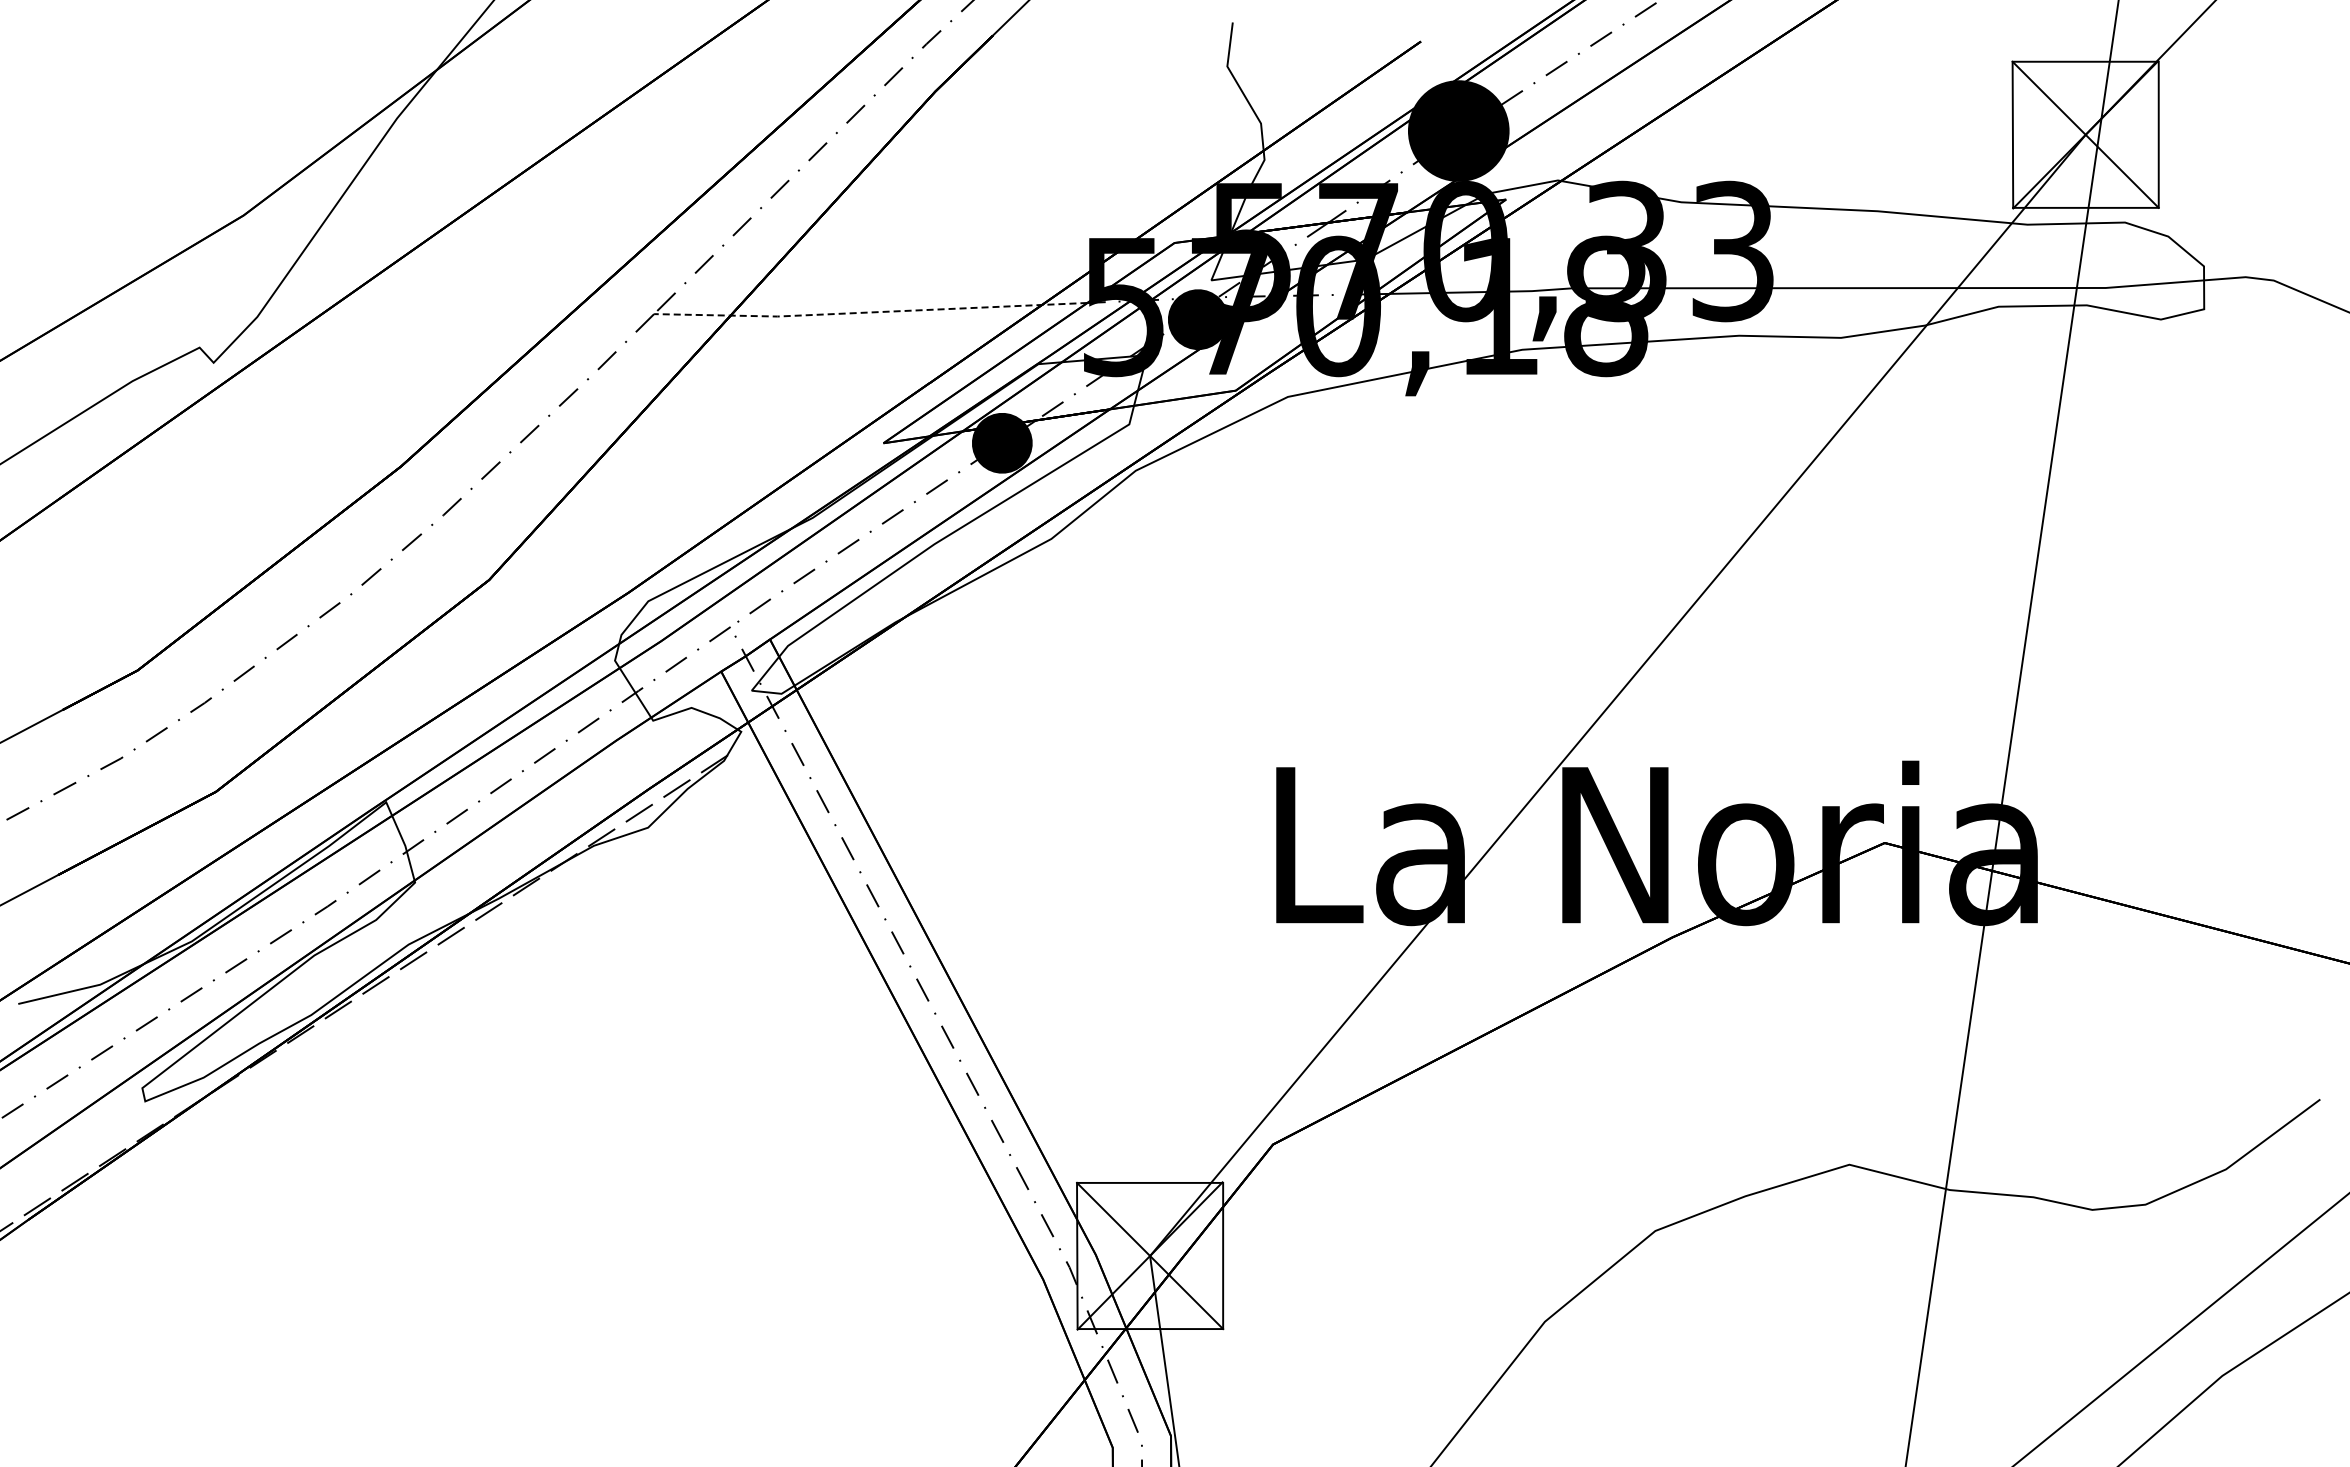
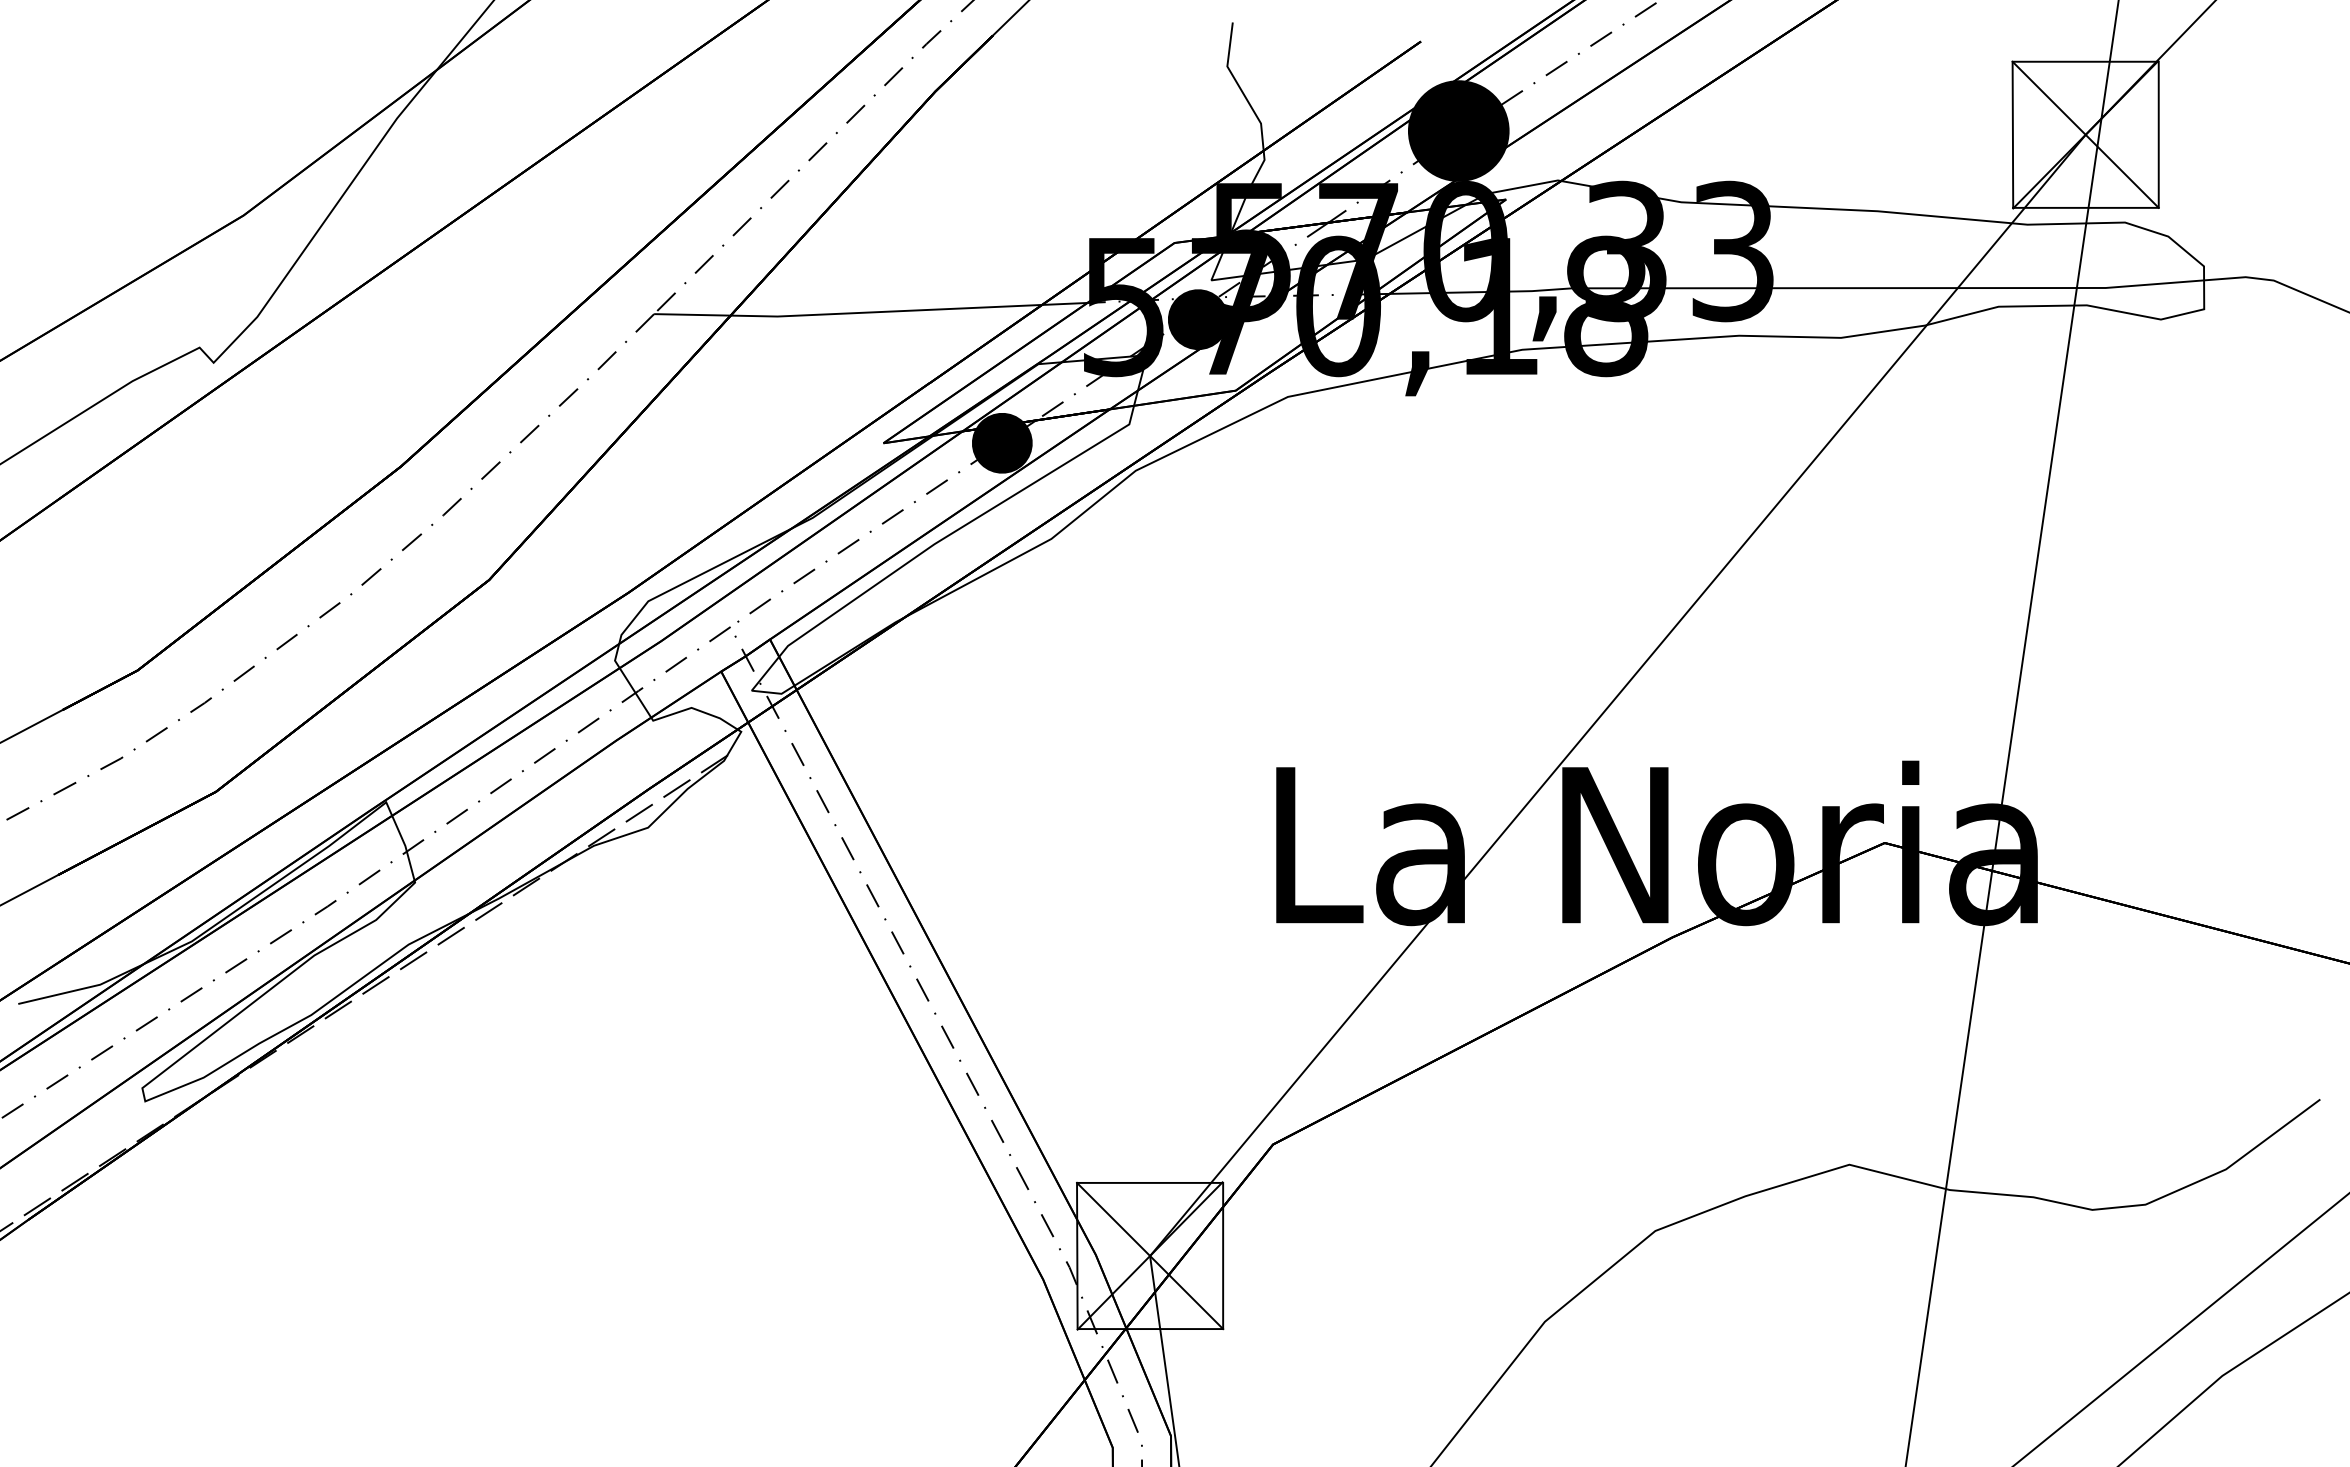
line at (870, 312): dashed -> solid
